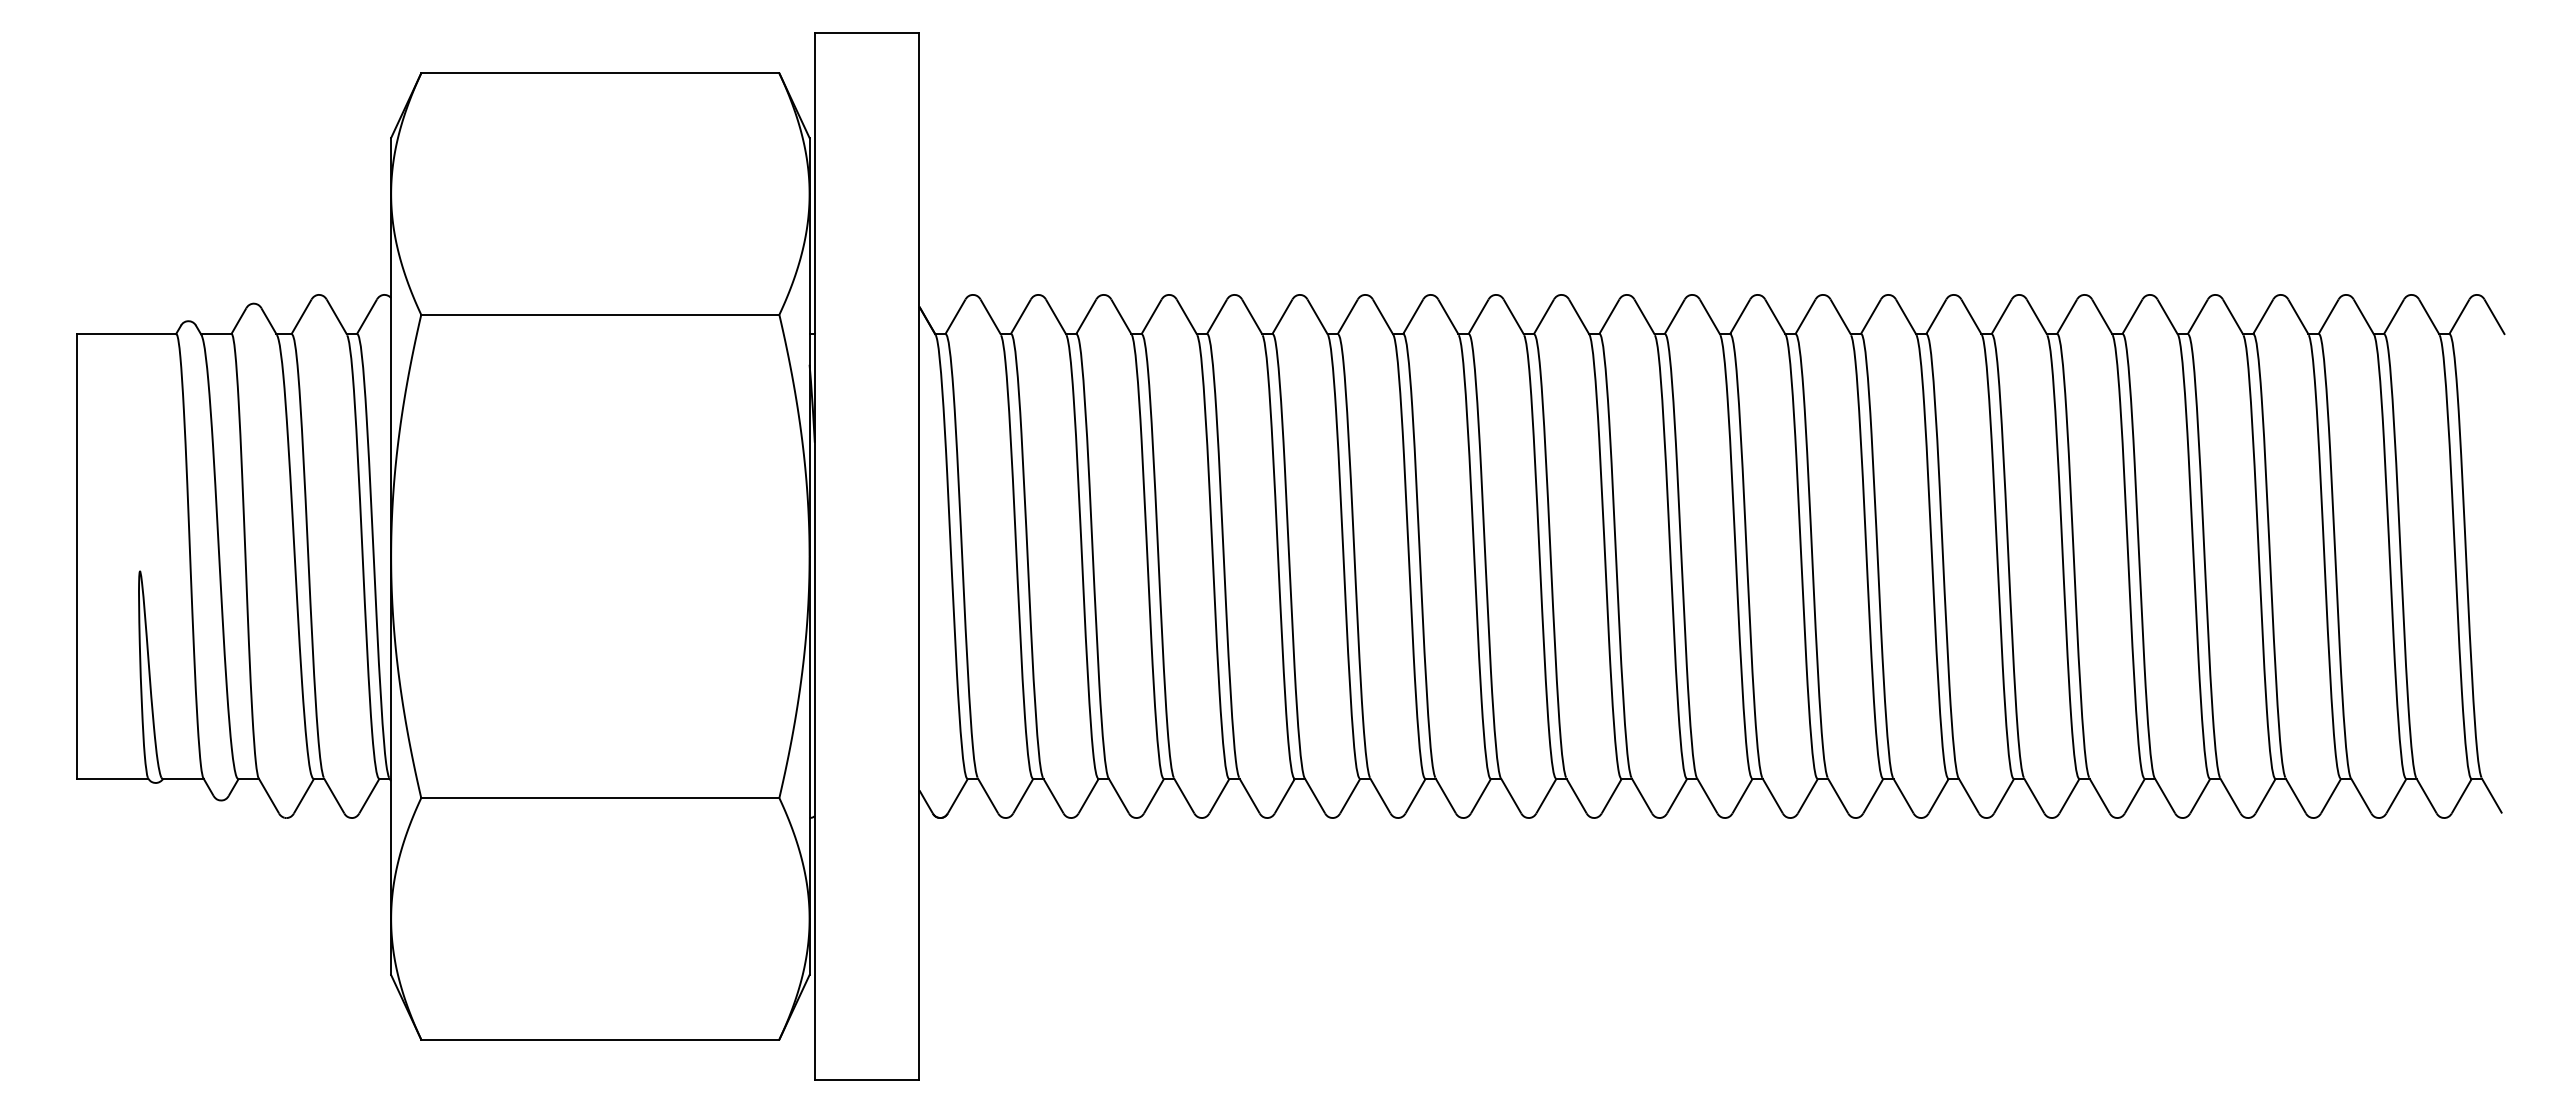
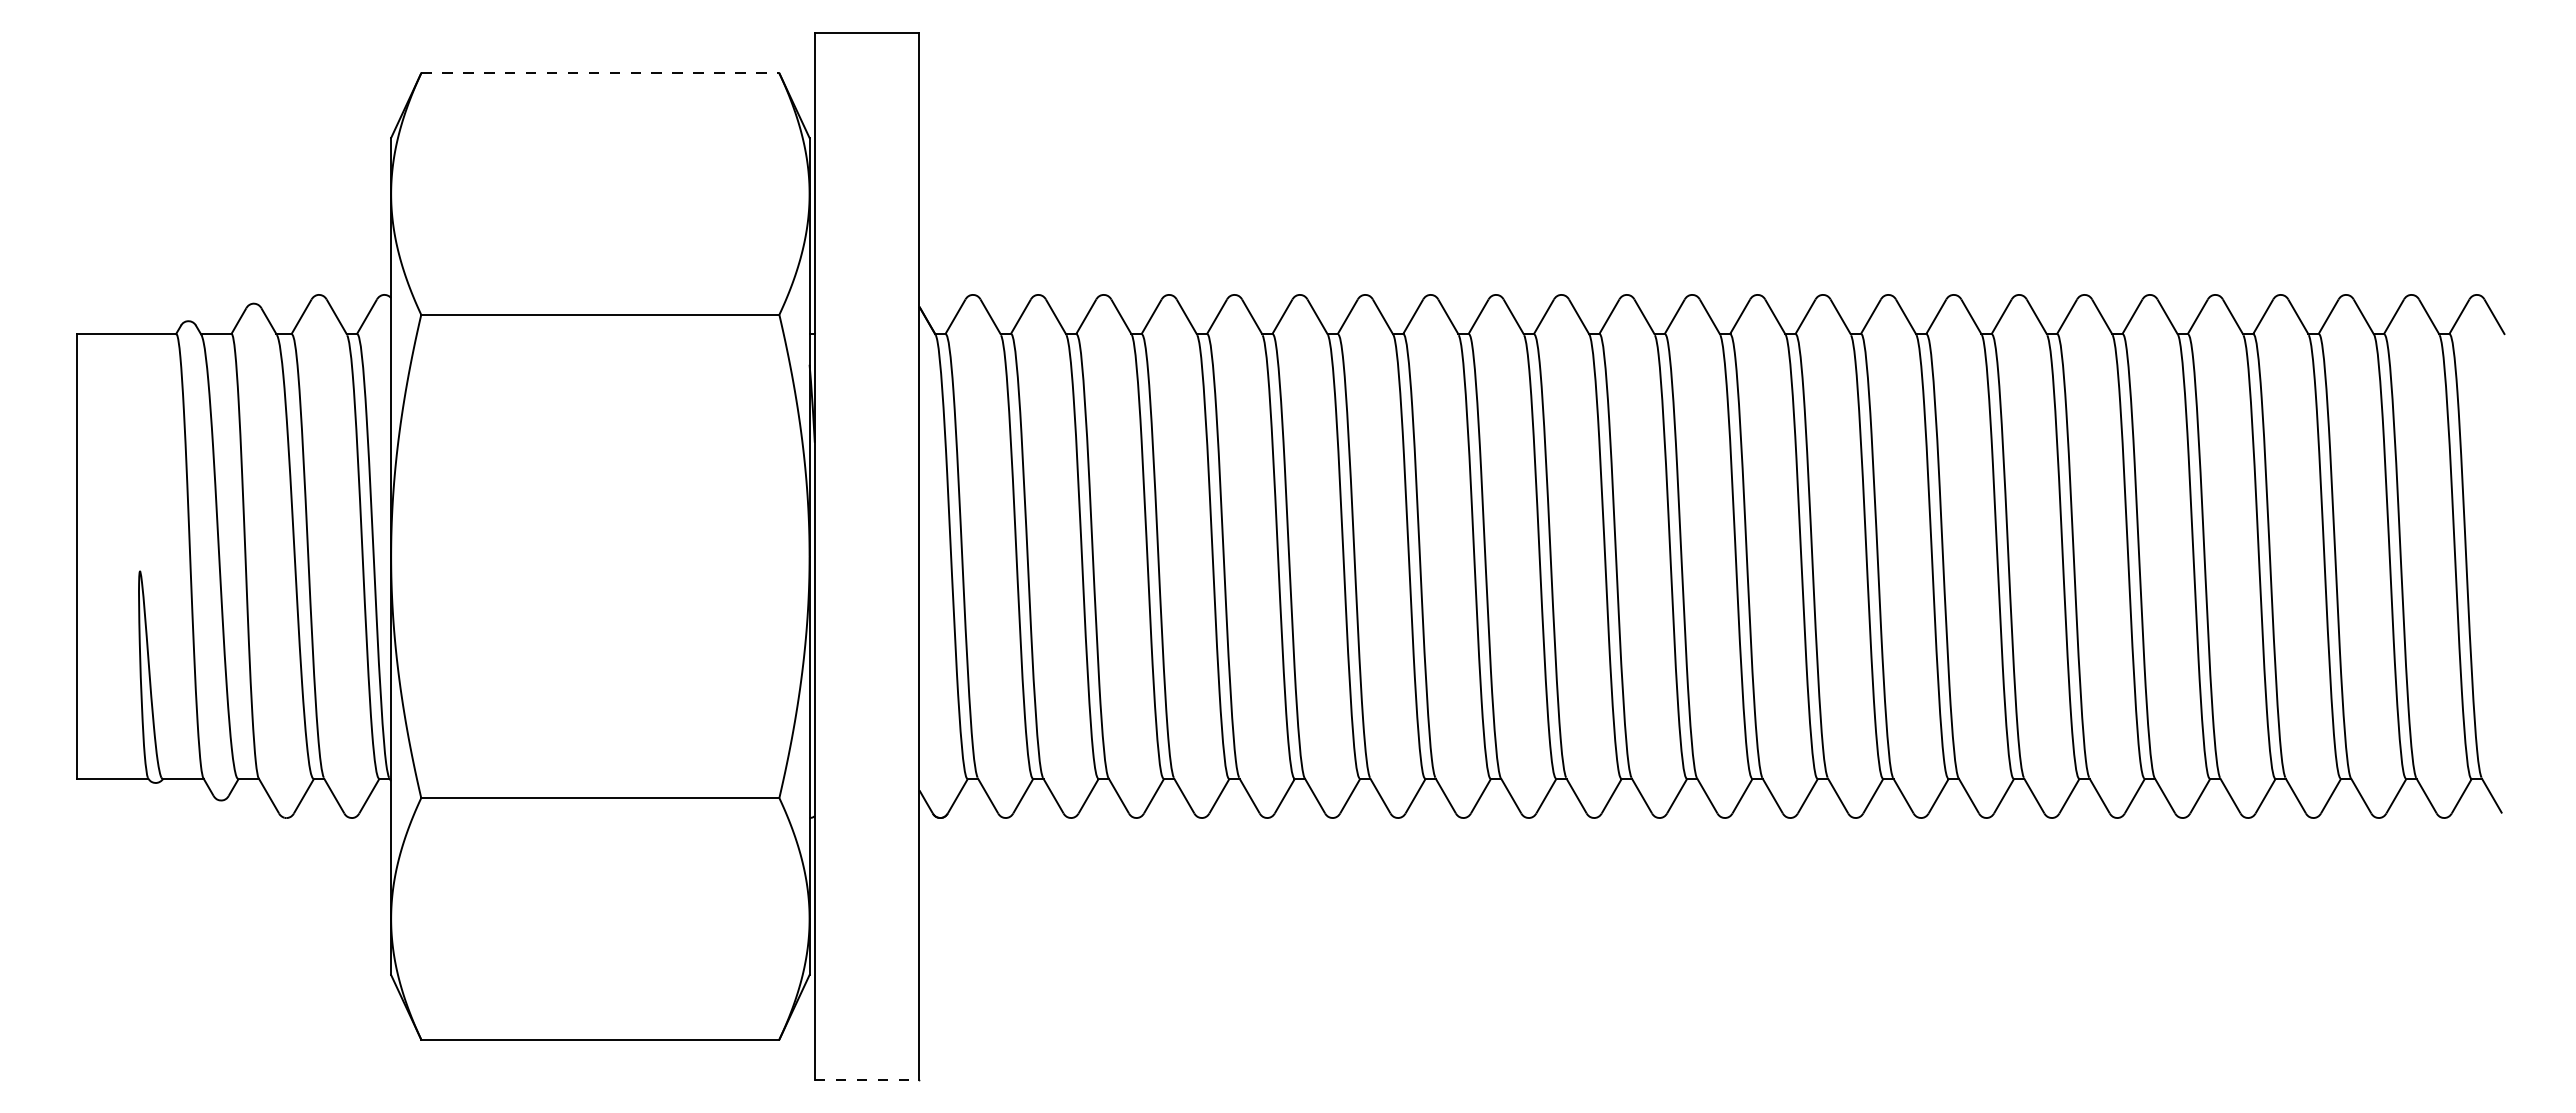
line at (600, 73): solid -> dashed
line at (867, 1079): solid -> dashed
